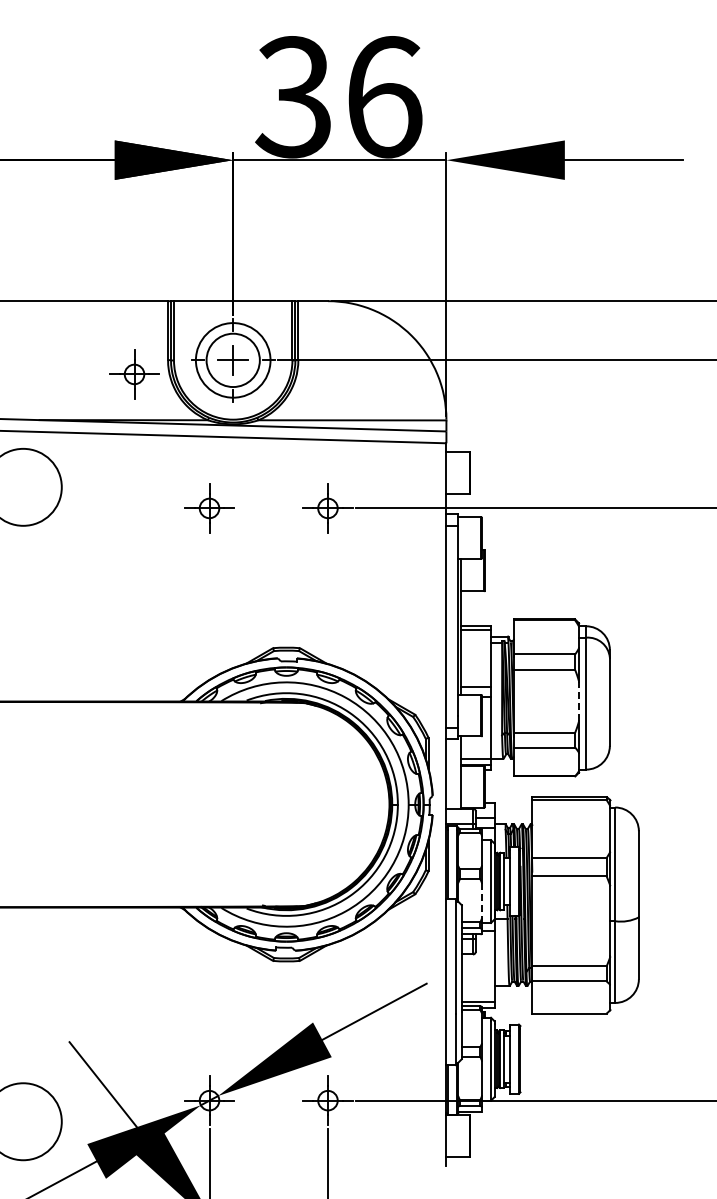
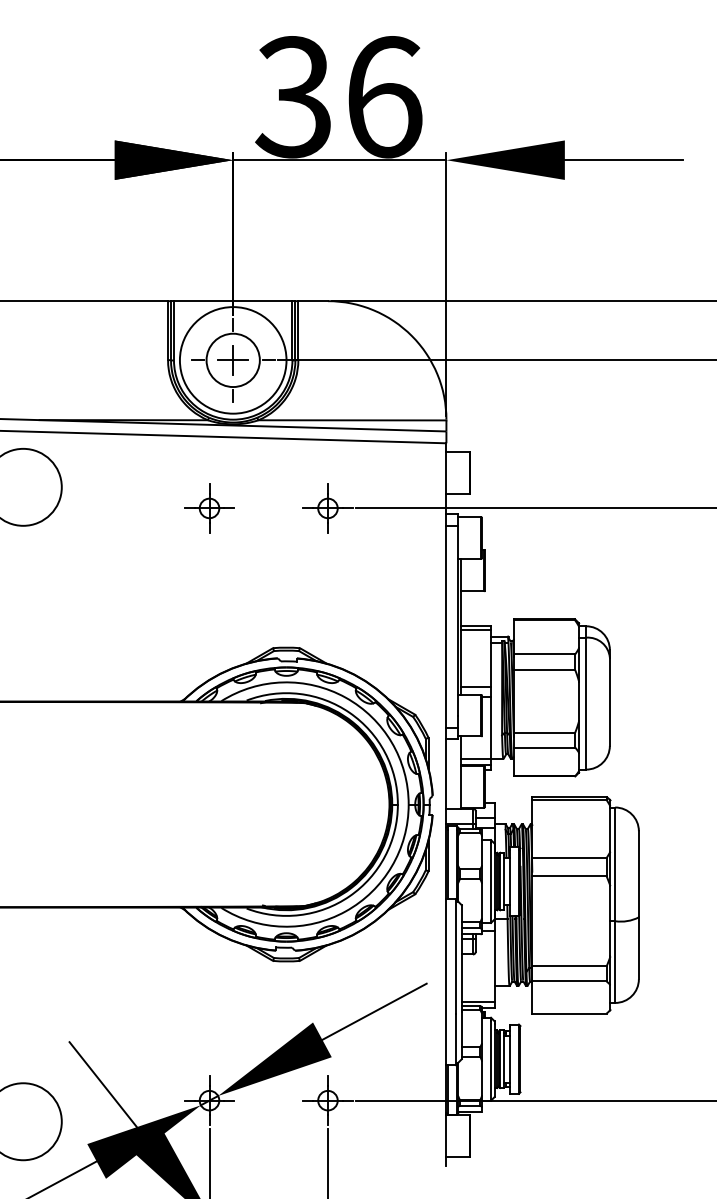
circle at (232, 360) diameter: 75 px -> 107 px
part at (134, 374): present -> none
line at (579, 701): dashed -> solid
line at (481, 900): dashed -> solid
